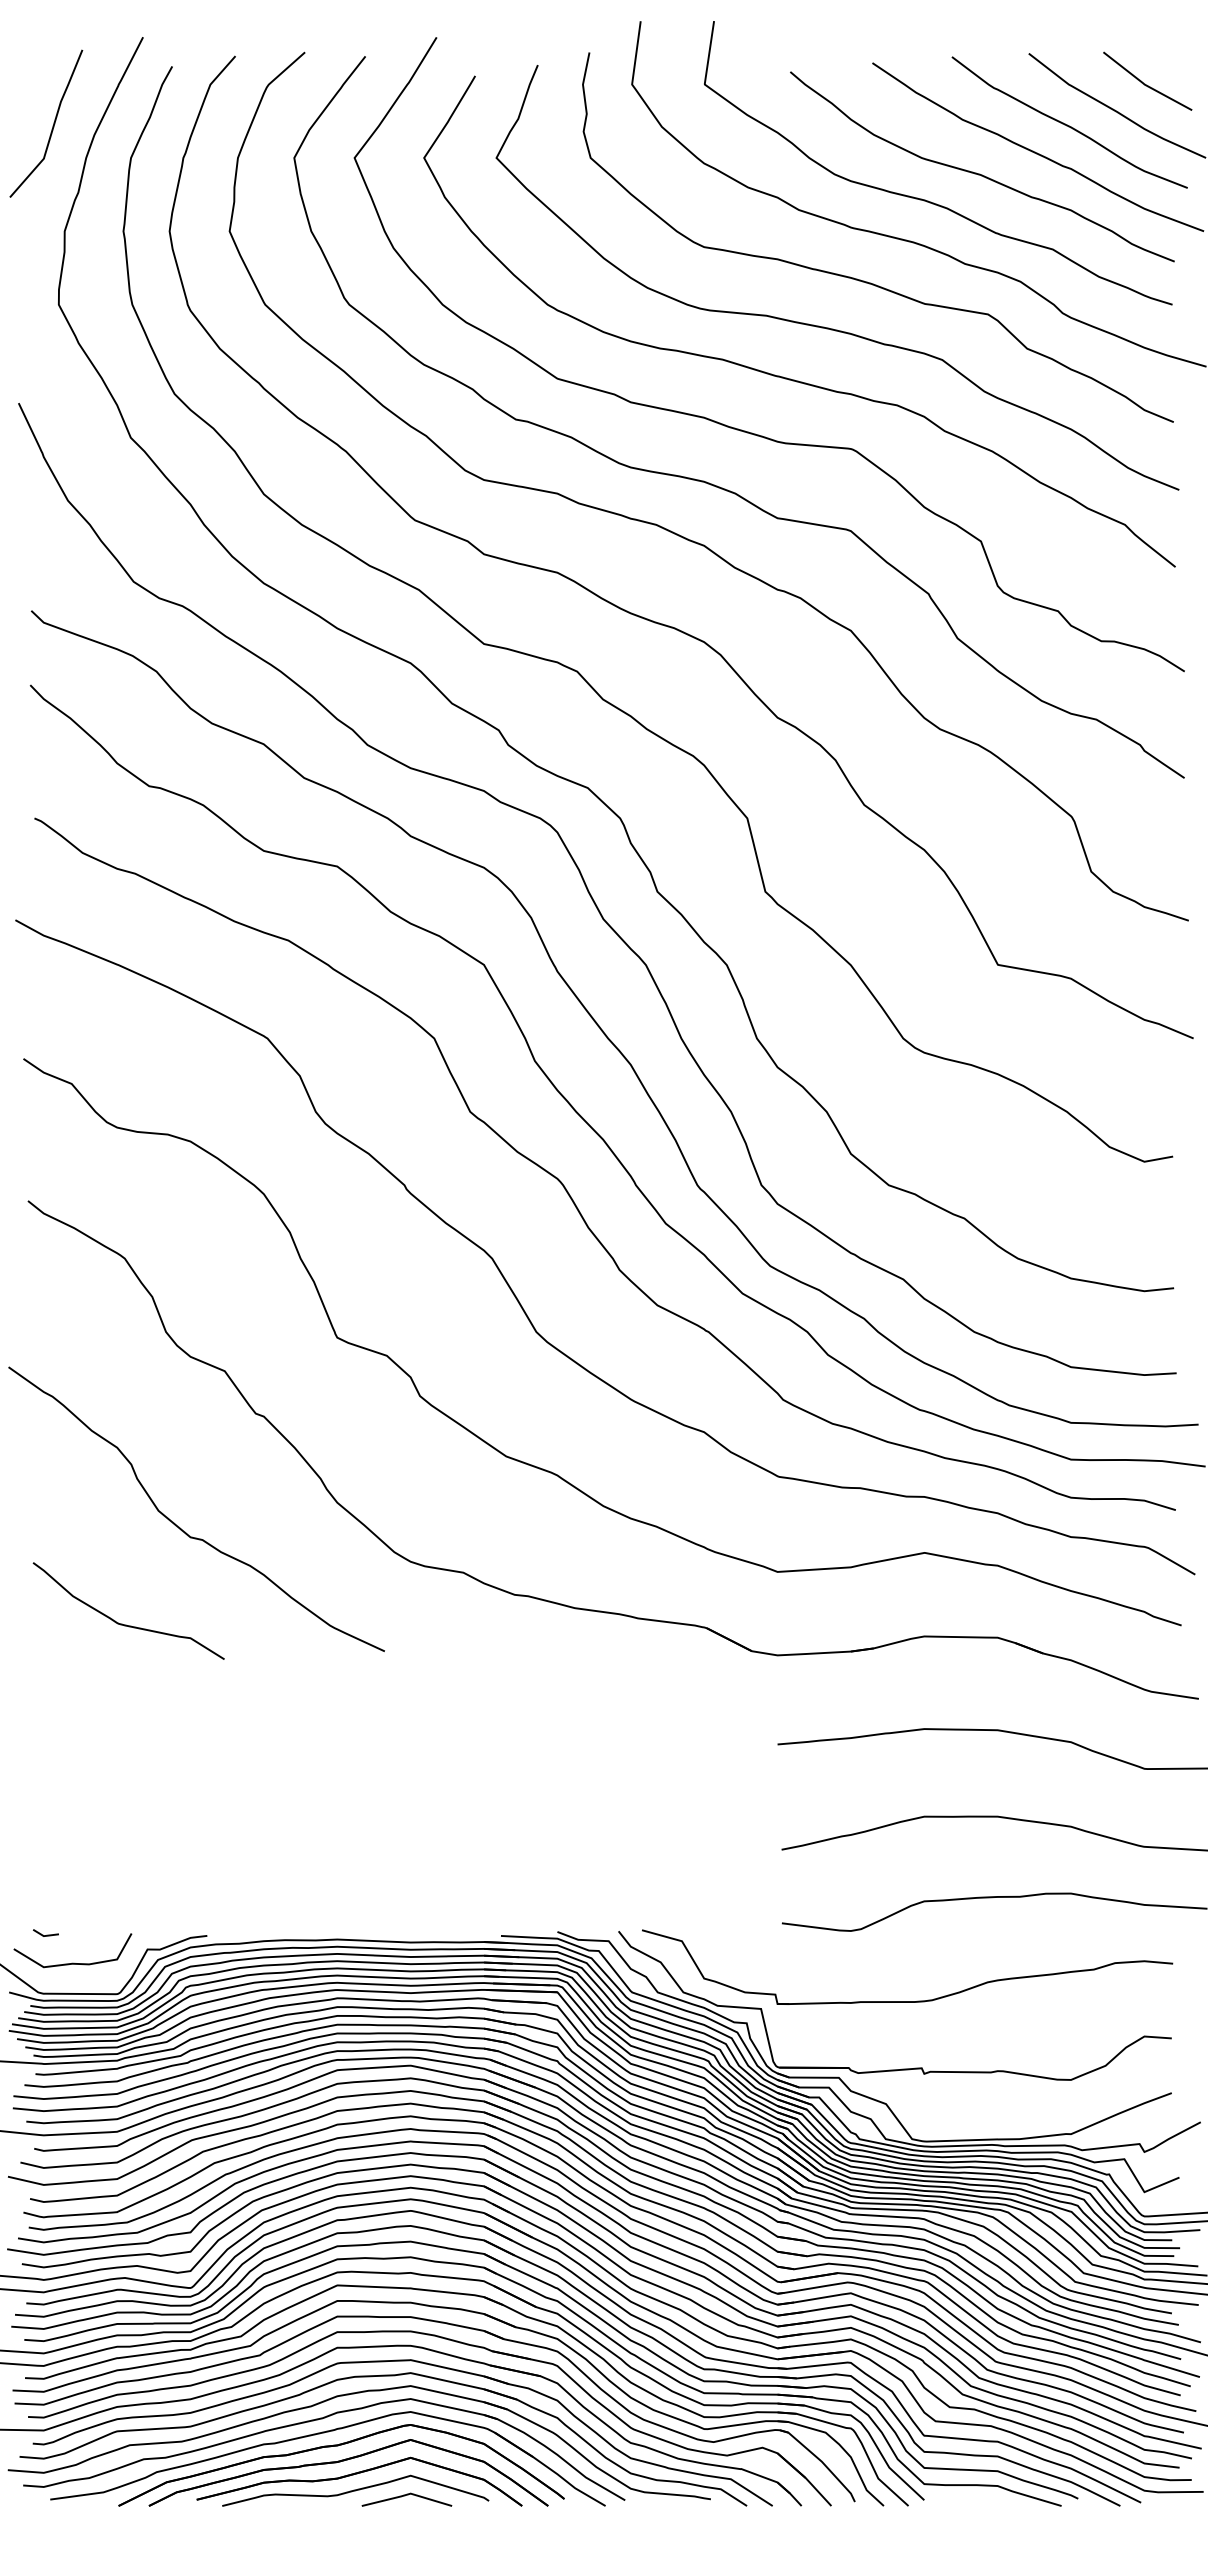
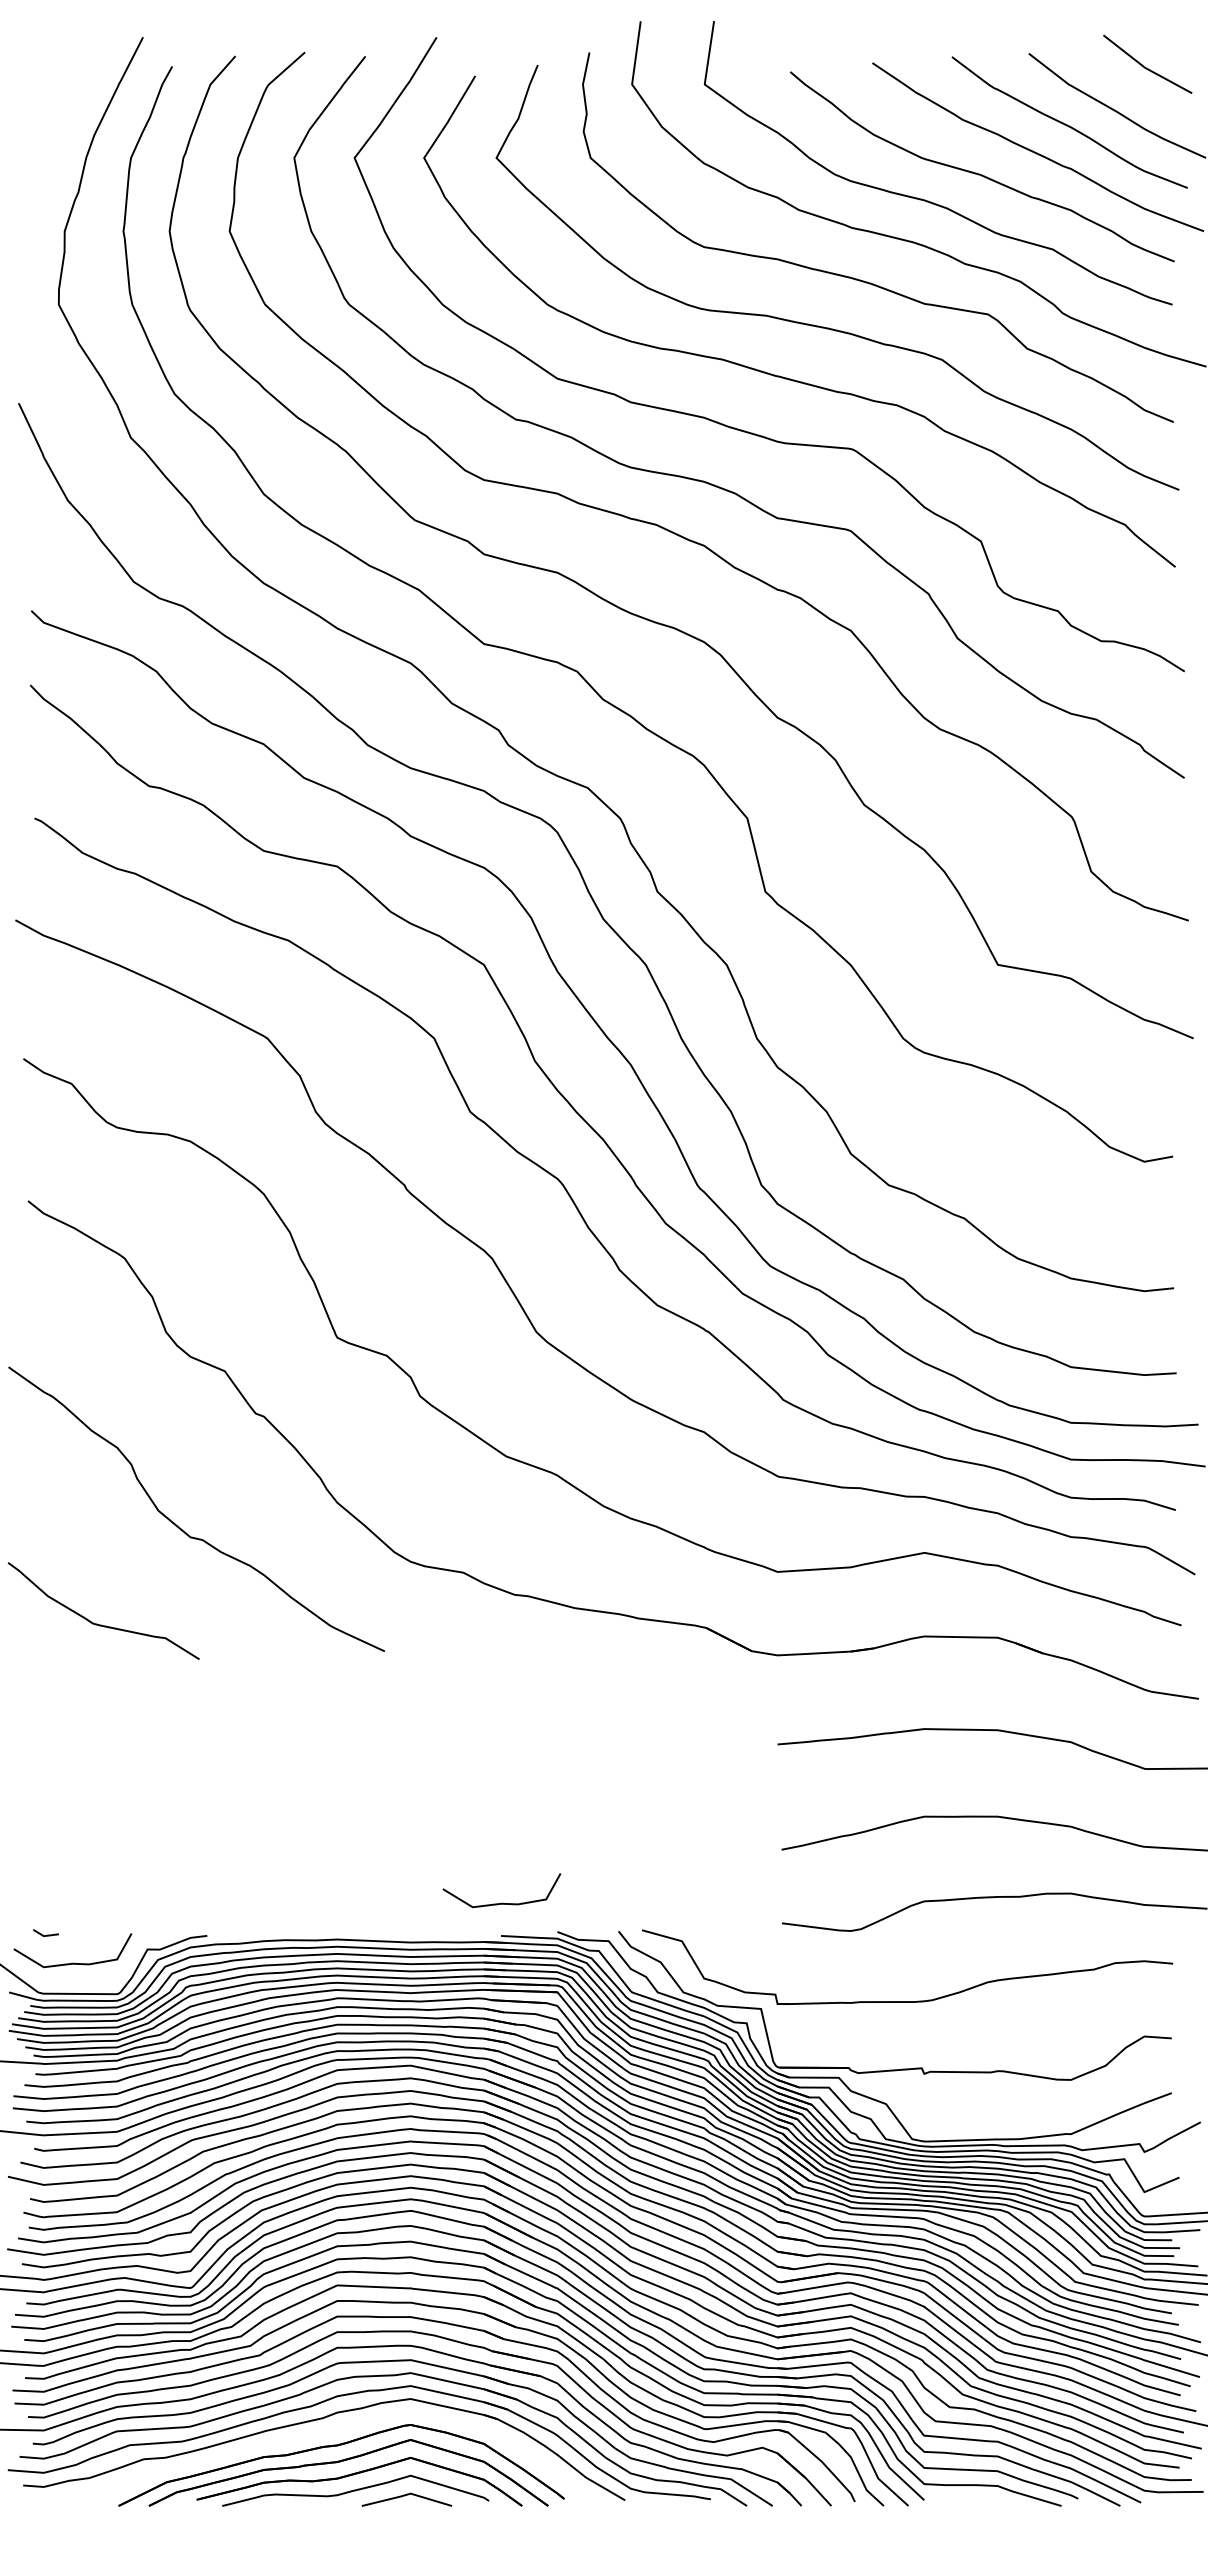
curve at (1145, 83) position: (1145, 83) -> (1145, 66)
curve at (52, 125): present -> none
curve at (126, 1624) position: (126, 1624) -> (101, 1624)
curve at (501, 1902): none -> present
part at (324, 2433): present -> none
